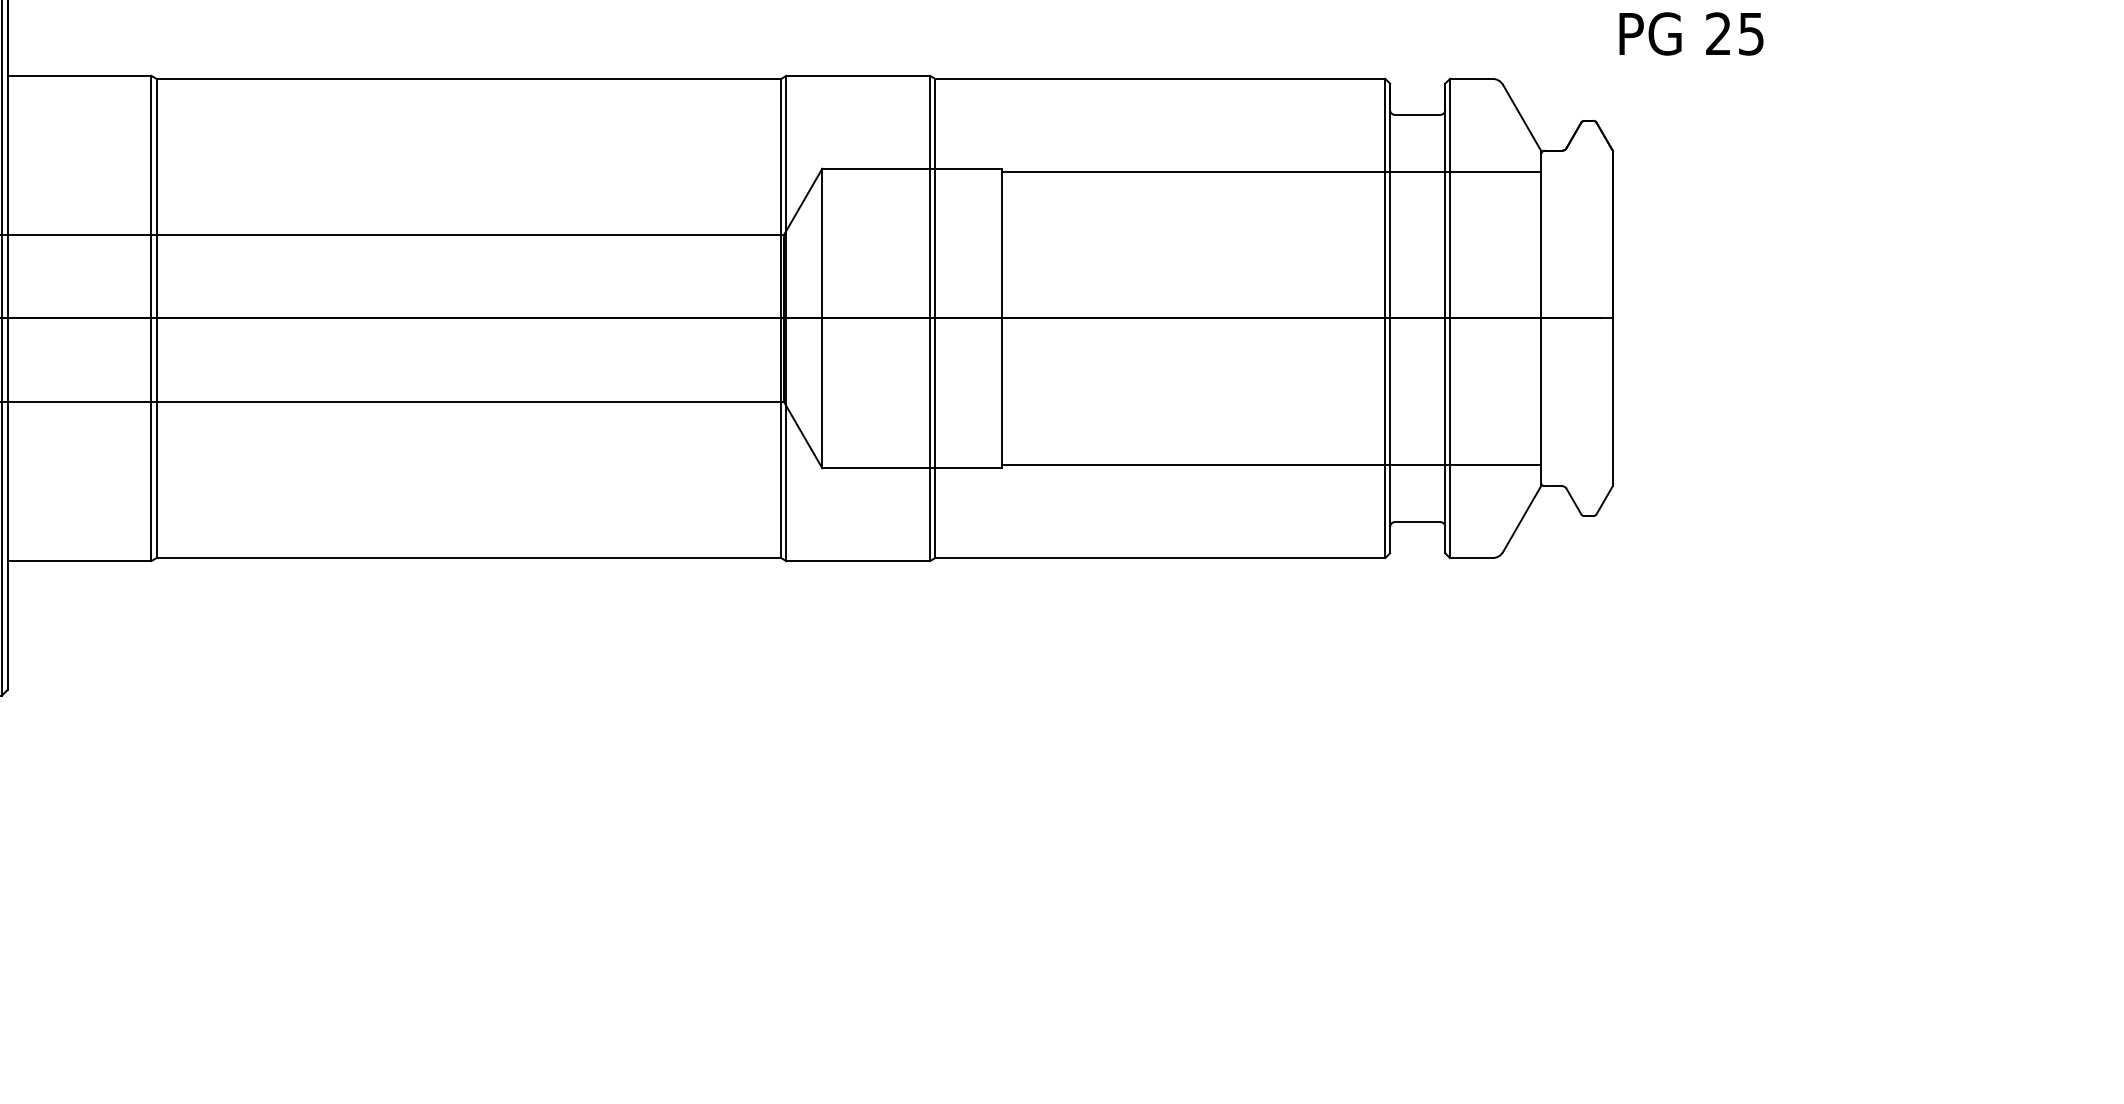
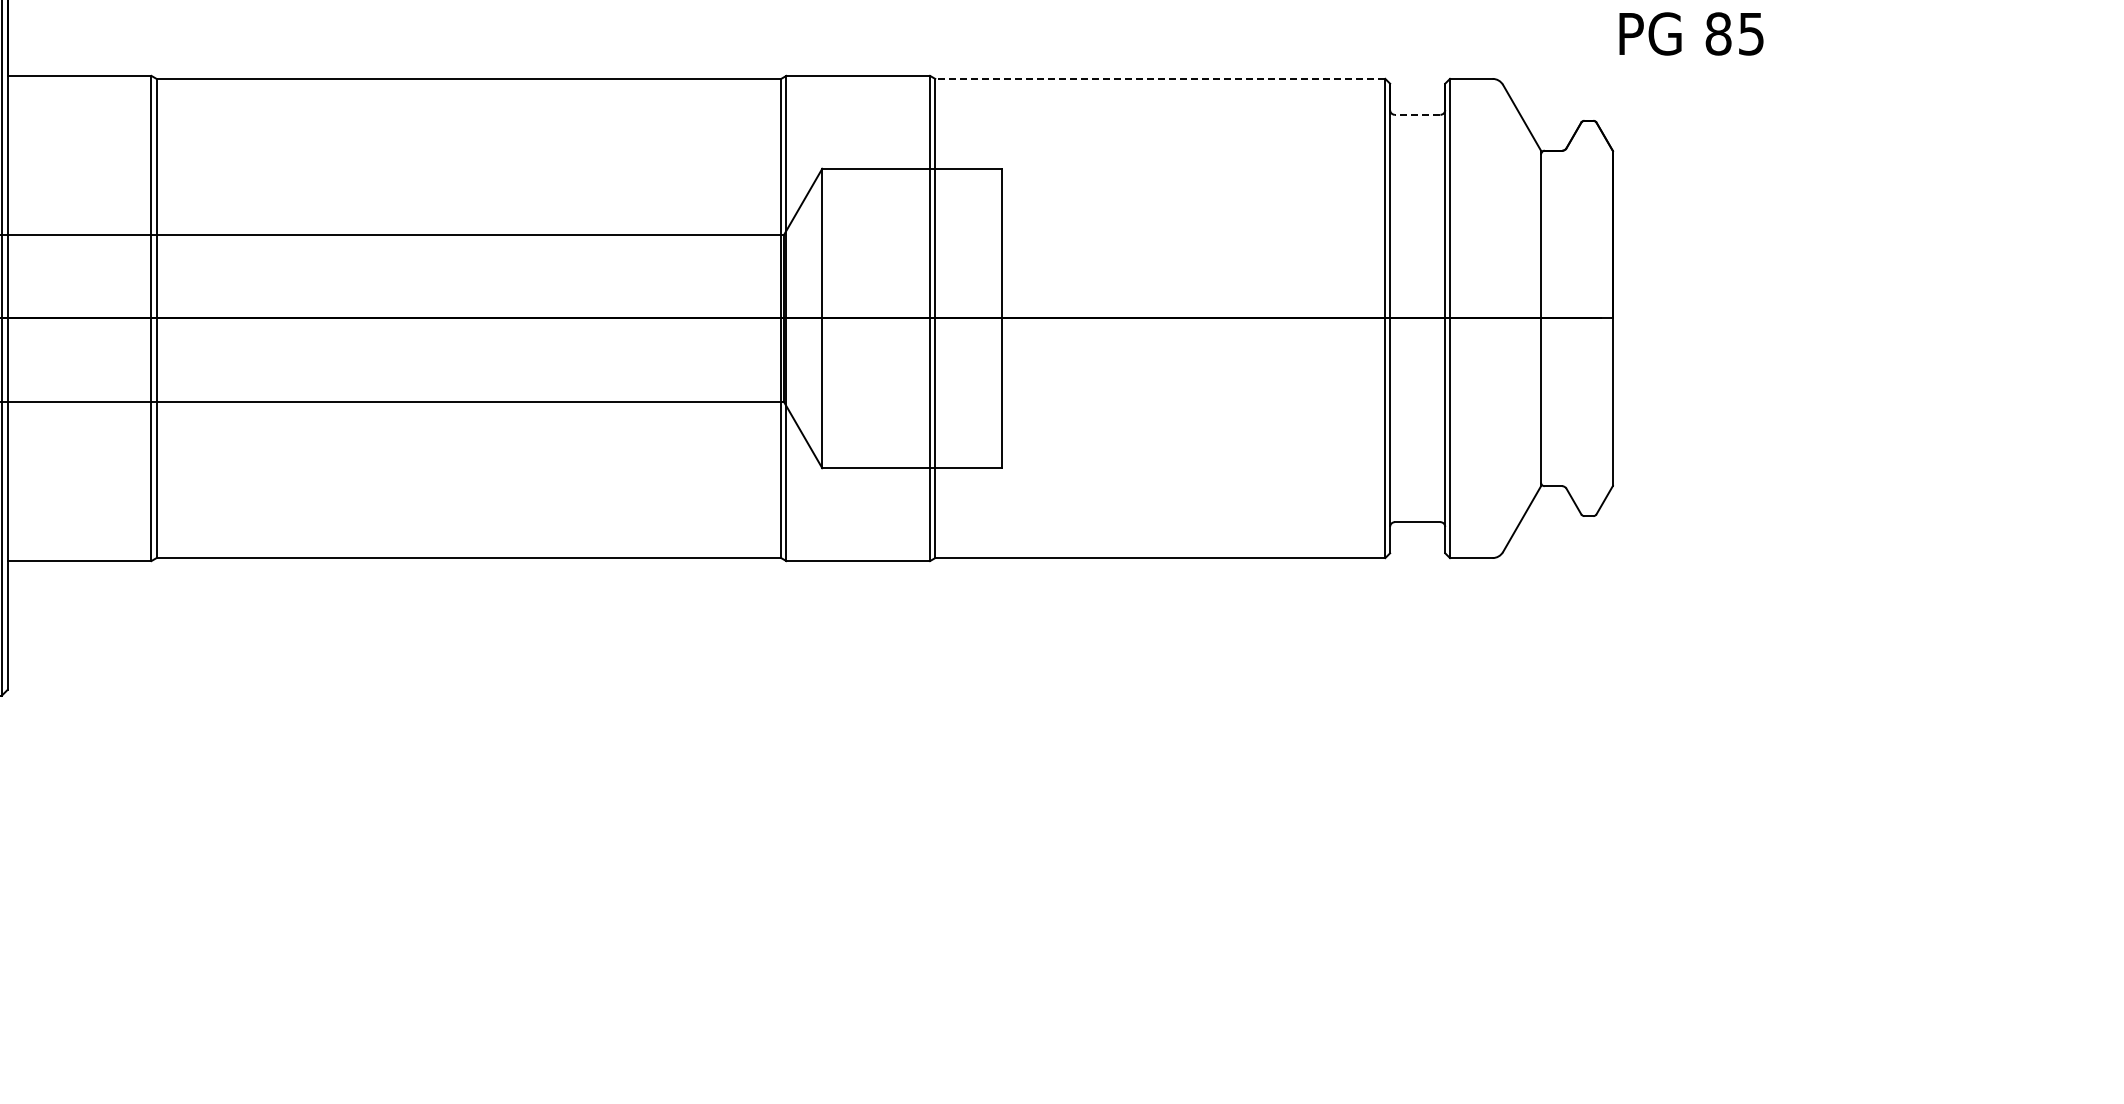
text at (1718, 33): 25 -> 85
line at (1159, 78): solid -> dashed
line at (1417, 114): solid -> dashed
line at (1271, 172): present -> none
line at (1271, 464): present -> none
